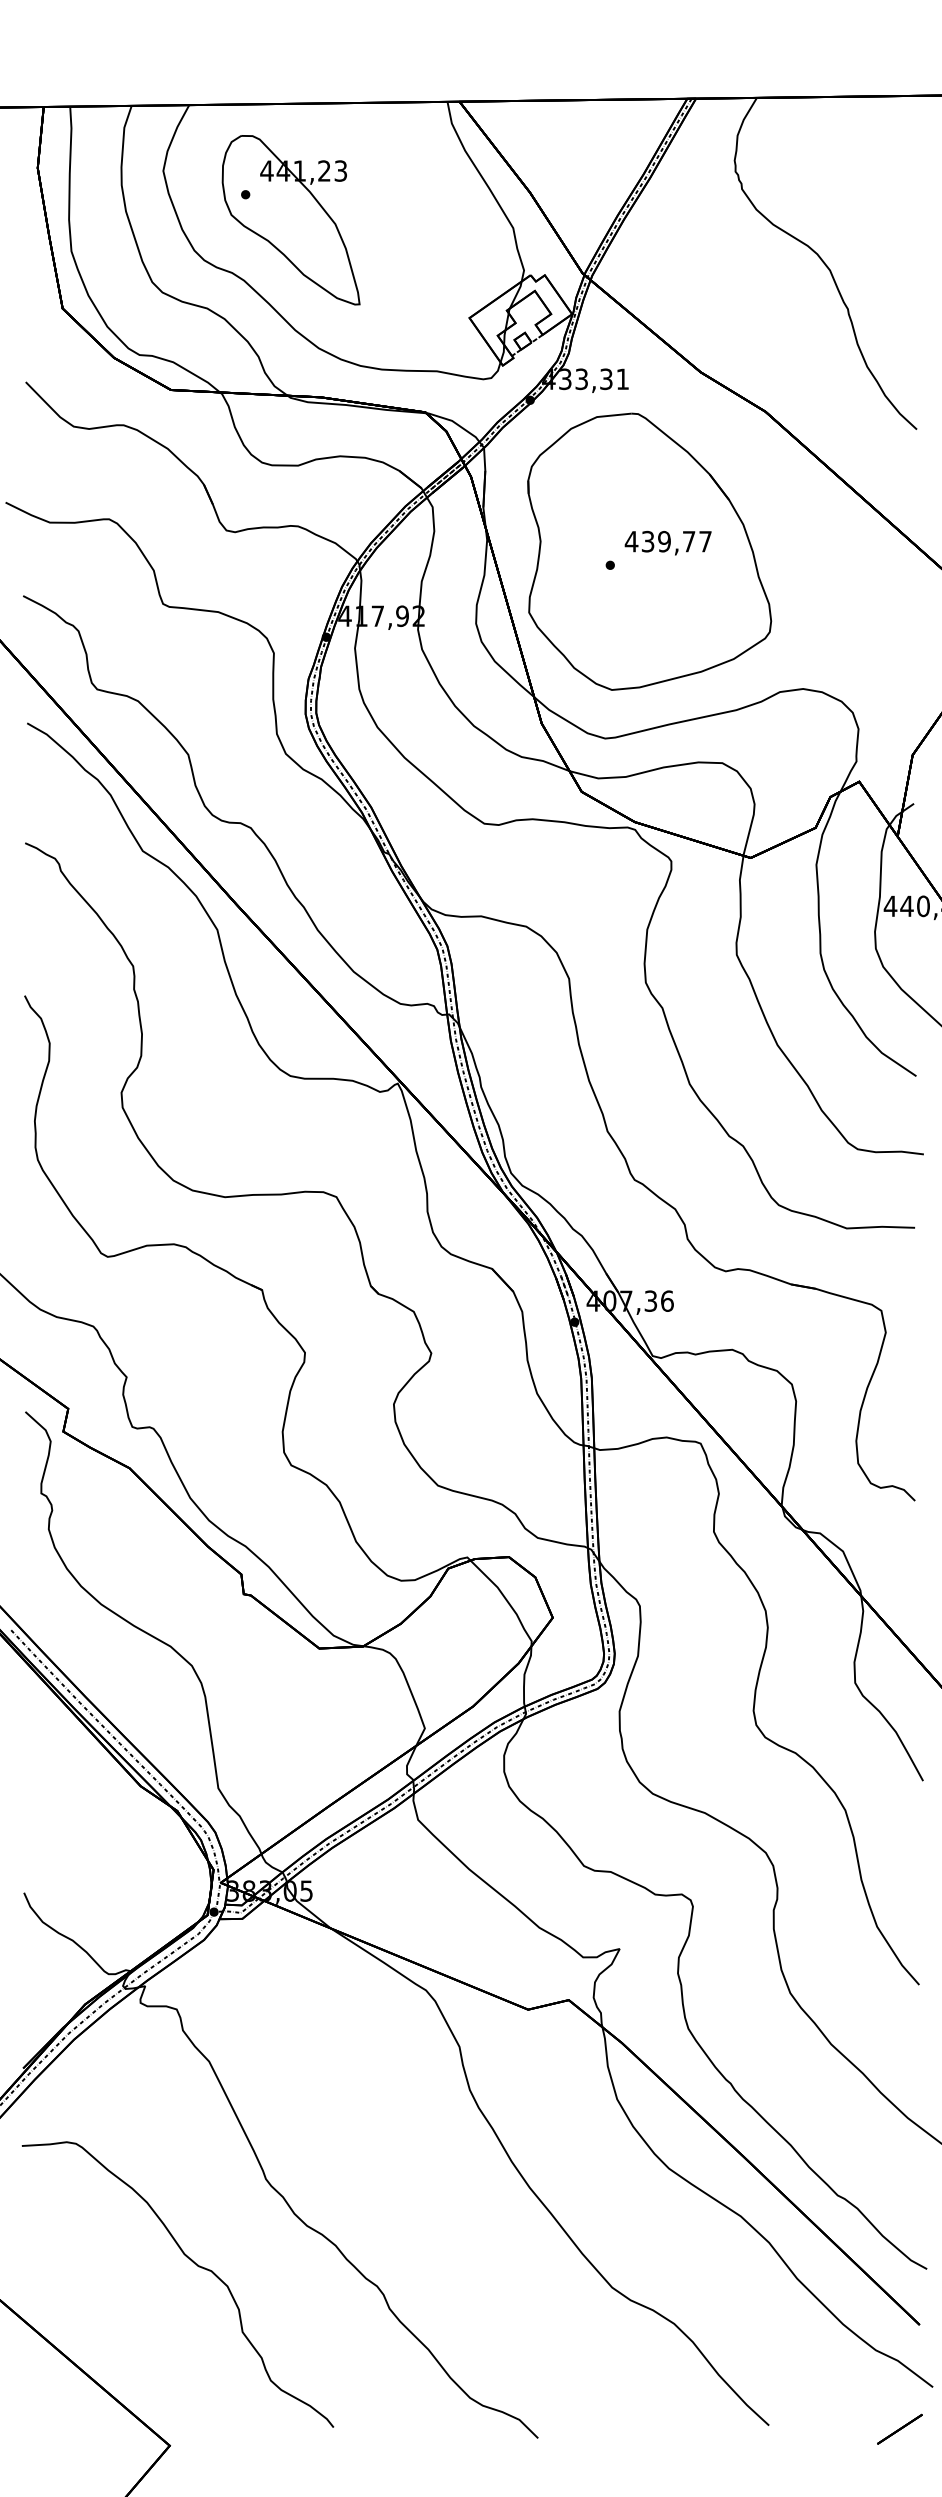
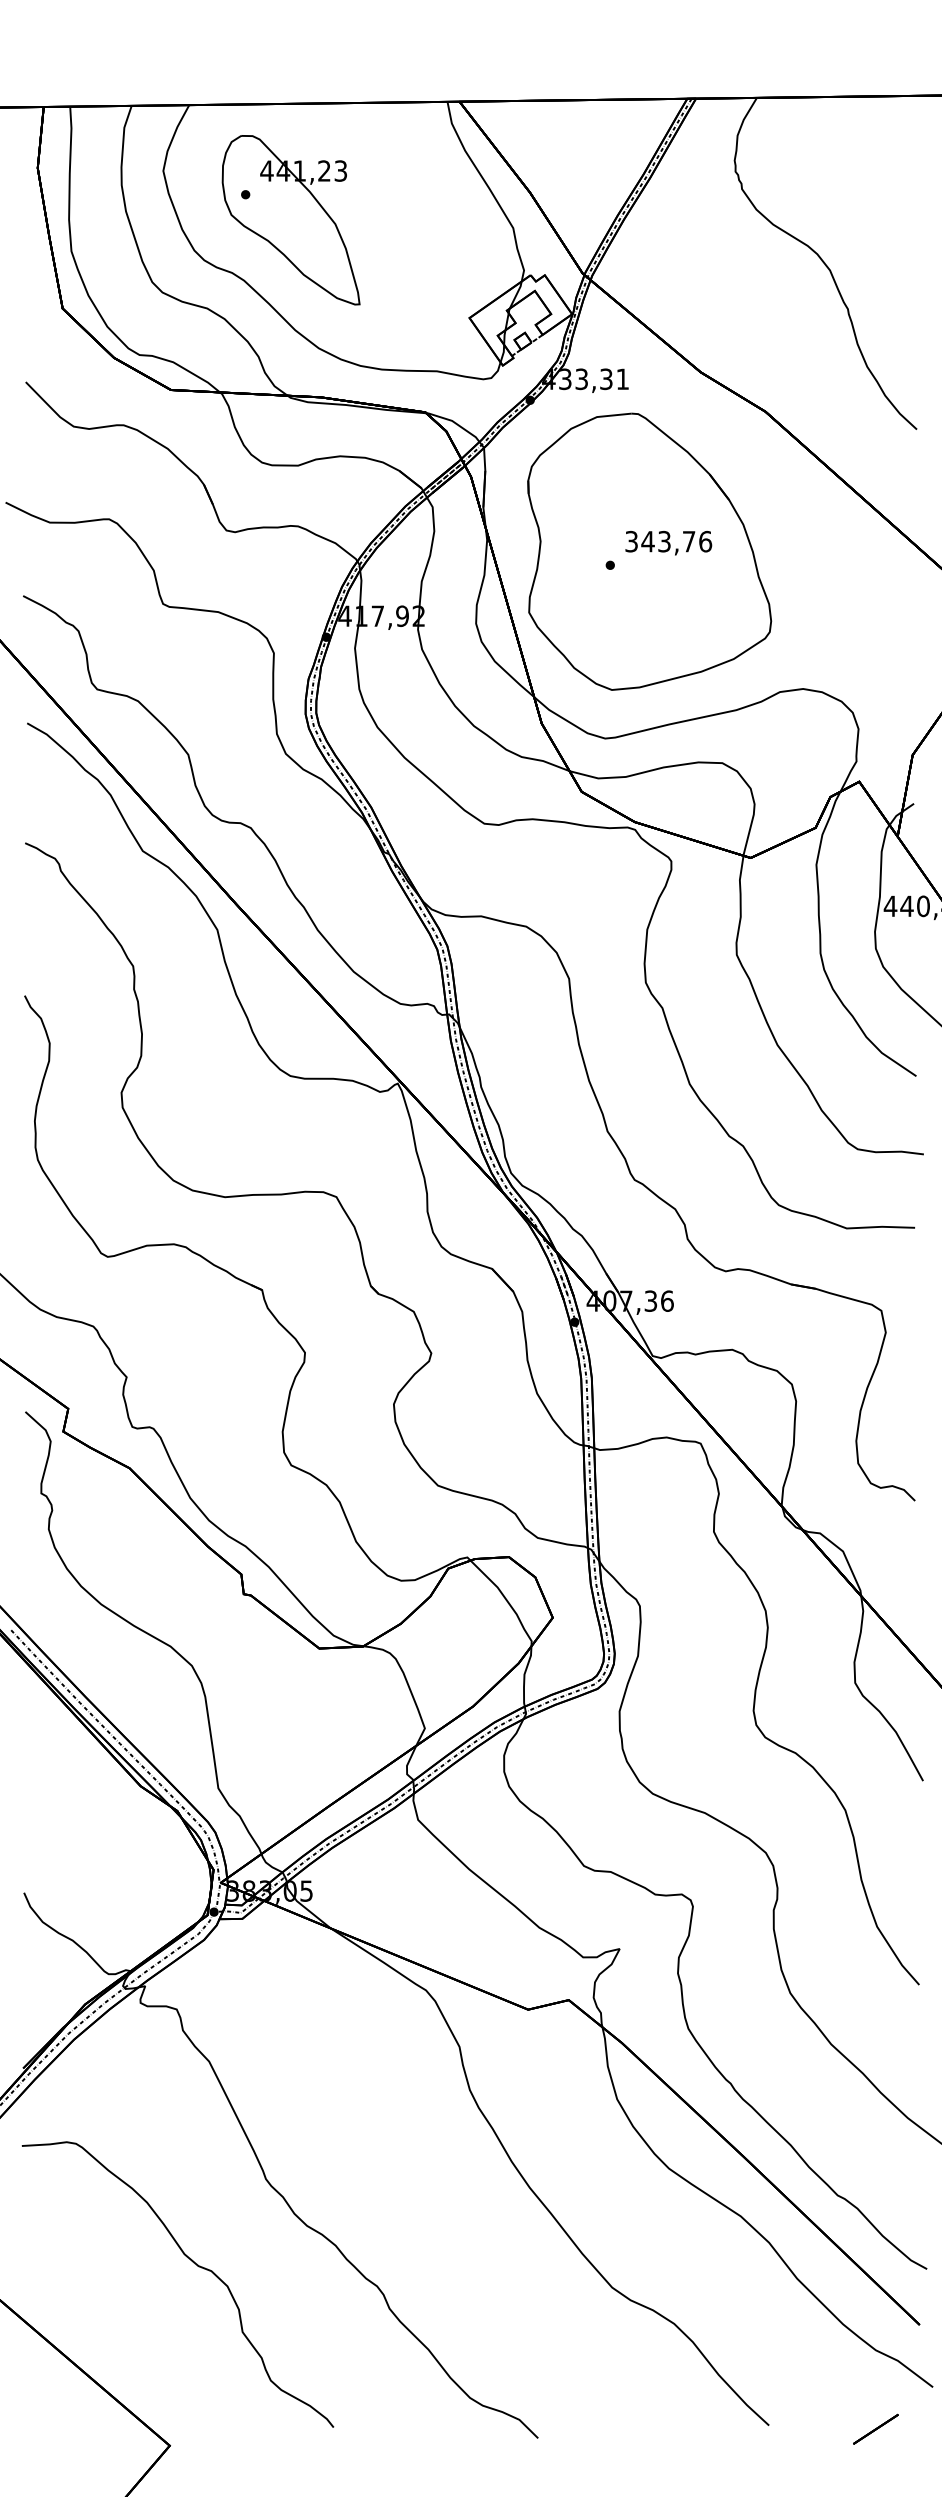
text at (668, 541): 439,77 -> 343,76
line at (899, 2428) position: (899, 2428) -> (875, 2428)
